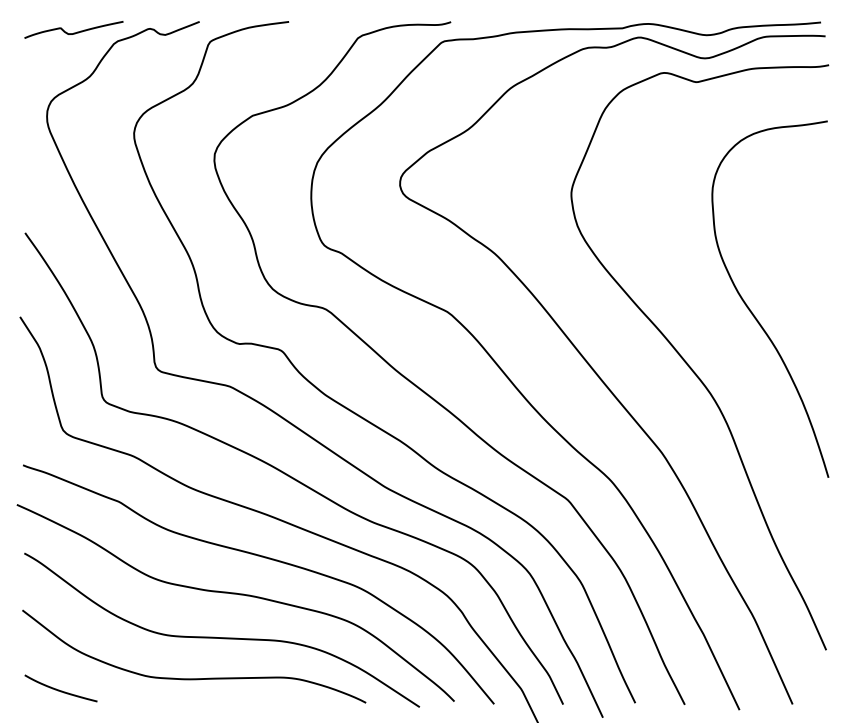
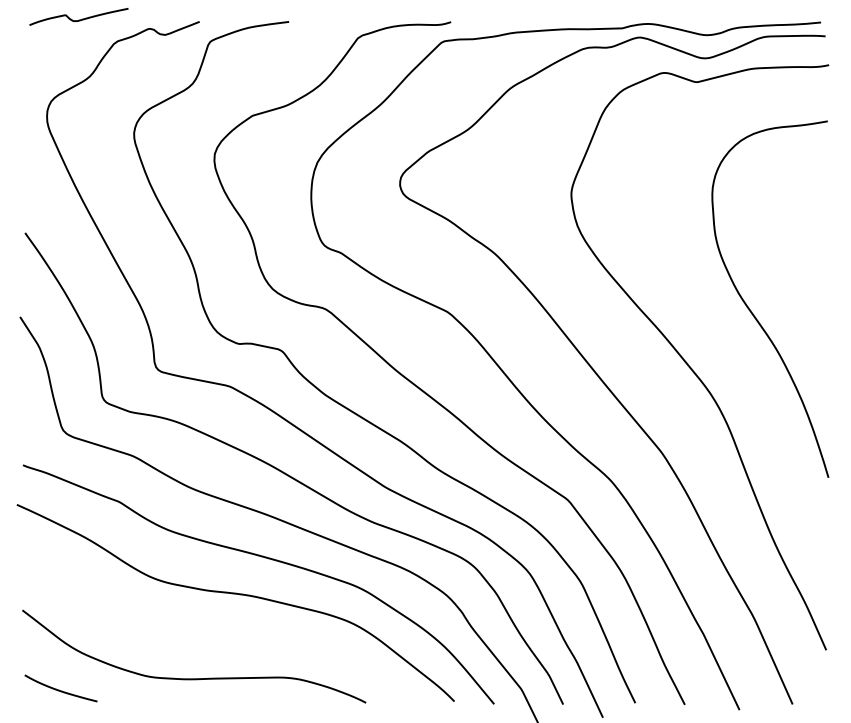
curve at (73, 32) position: (73, 32) -> (78, 19)
curve at (222, 637): present -> none
